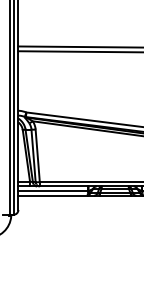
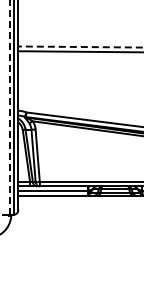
line at (80, 47): solid -> dashed
line at (9, 107): solid -> dashed
